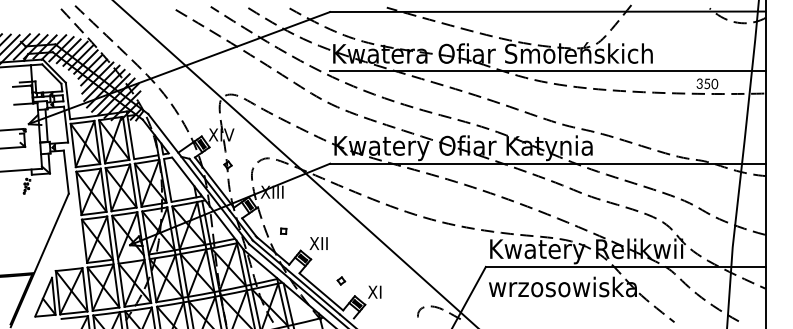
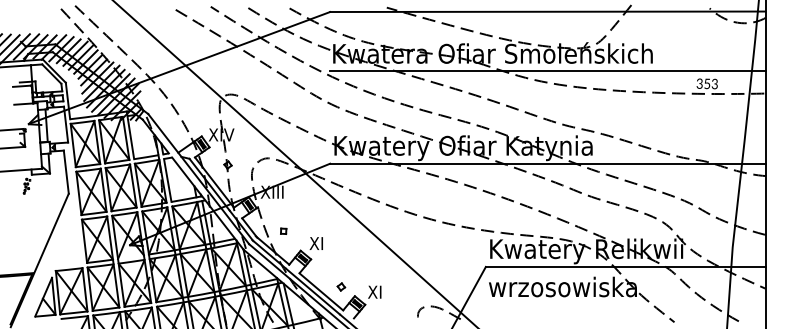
text at (714, 83): 350 -> 353
text at (326, 243): XII -> XI
part at (341, 280) position: (341, 280) -> (341, 286)
